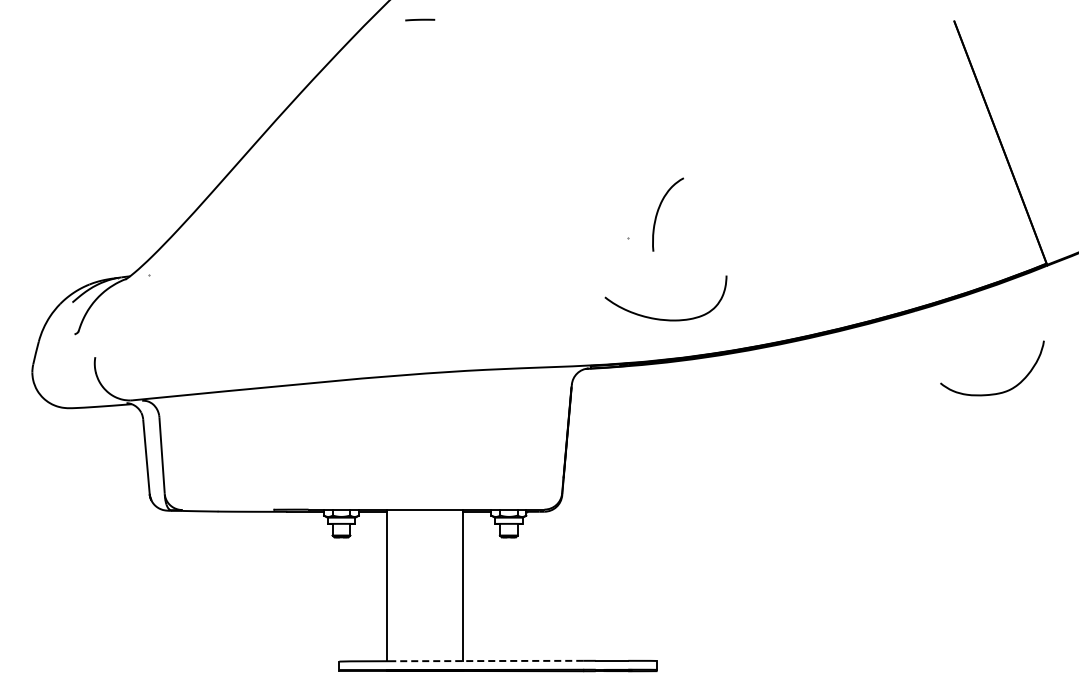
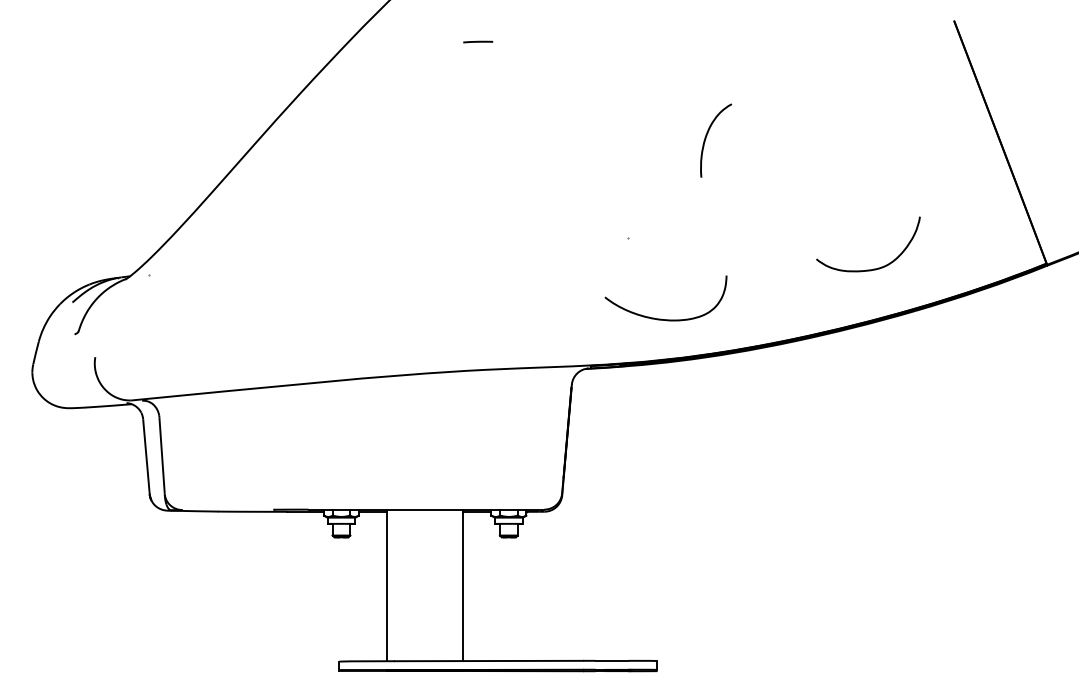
line at (420, 19) position: (420, 19) -> (478, 41)
curve at (658, 212) position: (658, 212) -> (706, 138)
curve at (997, 392) position: (997, 392) -> (873, 268)
line at (488, 661): dashed -> solid
